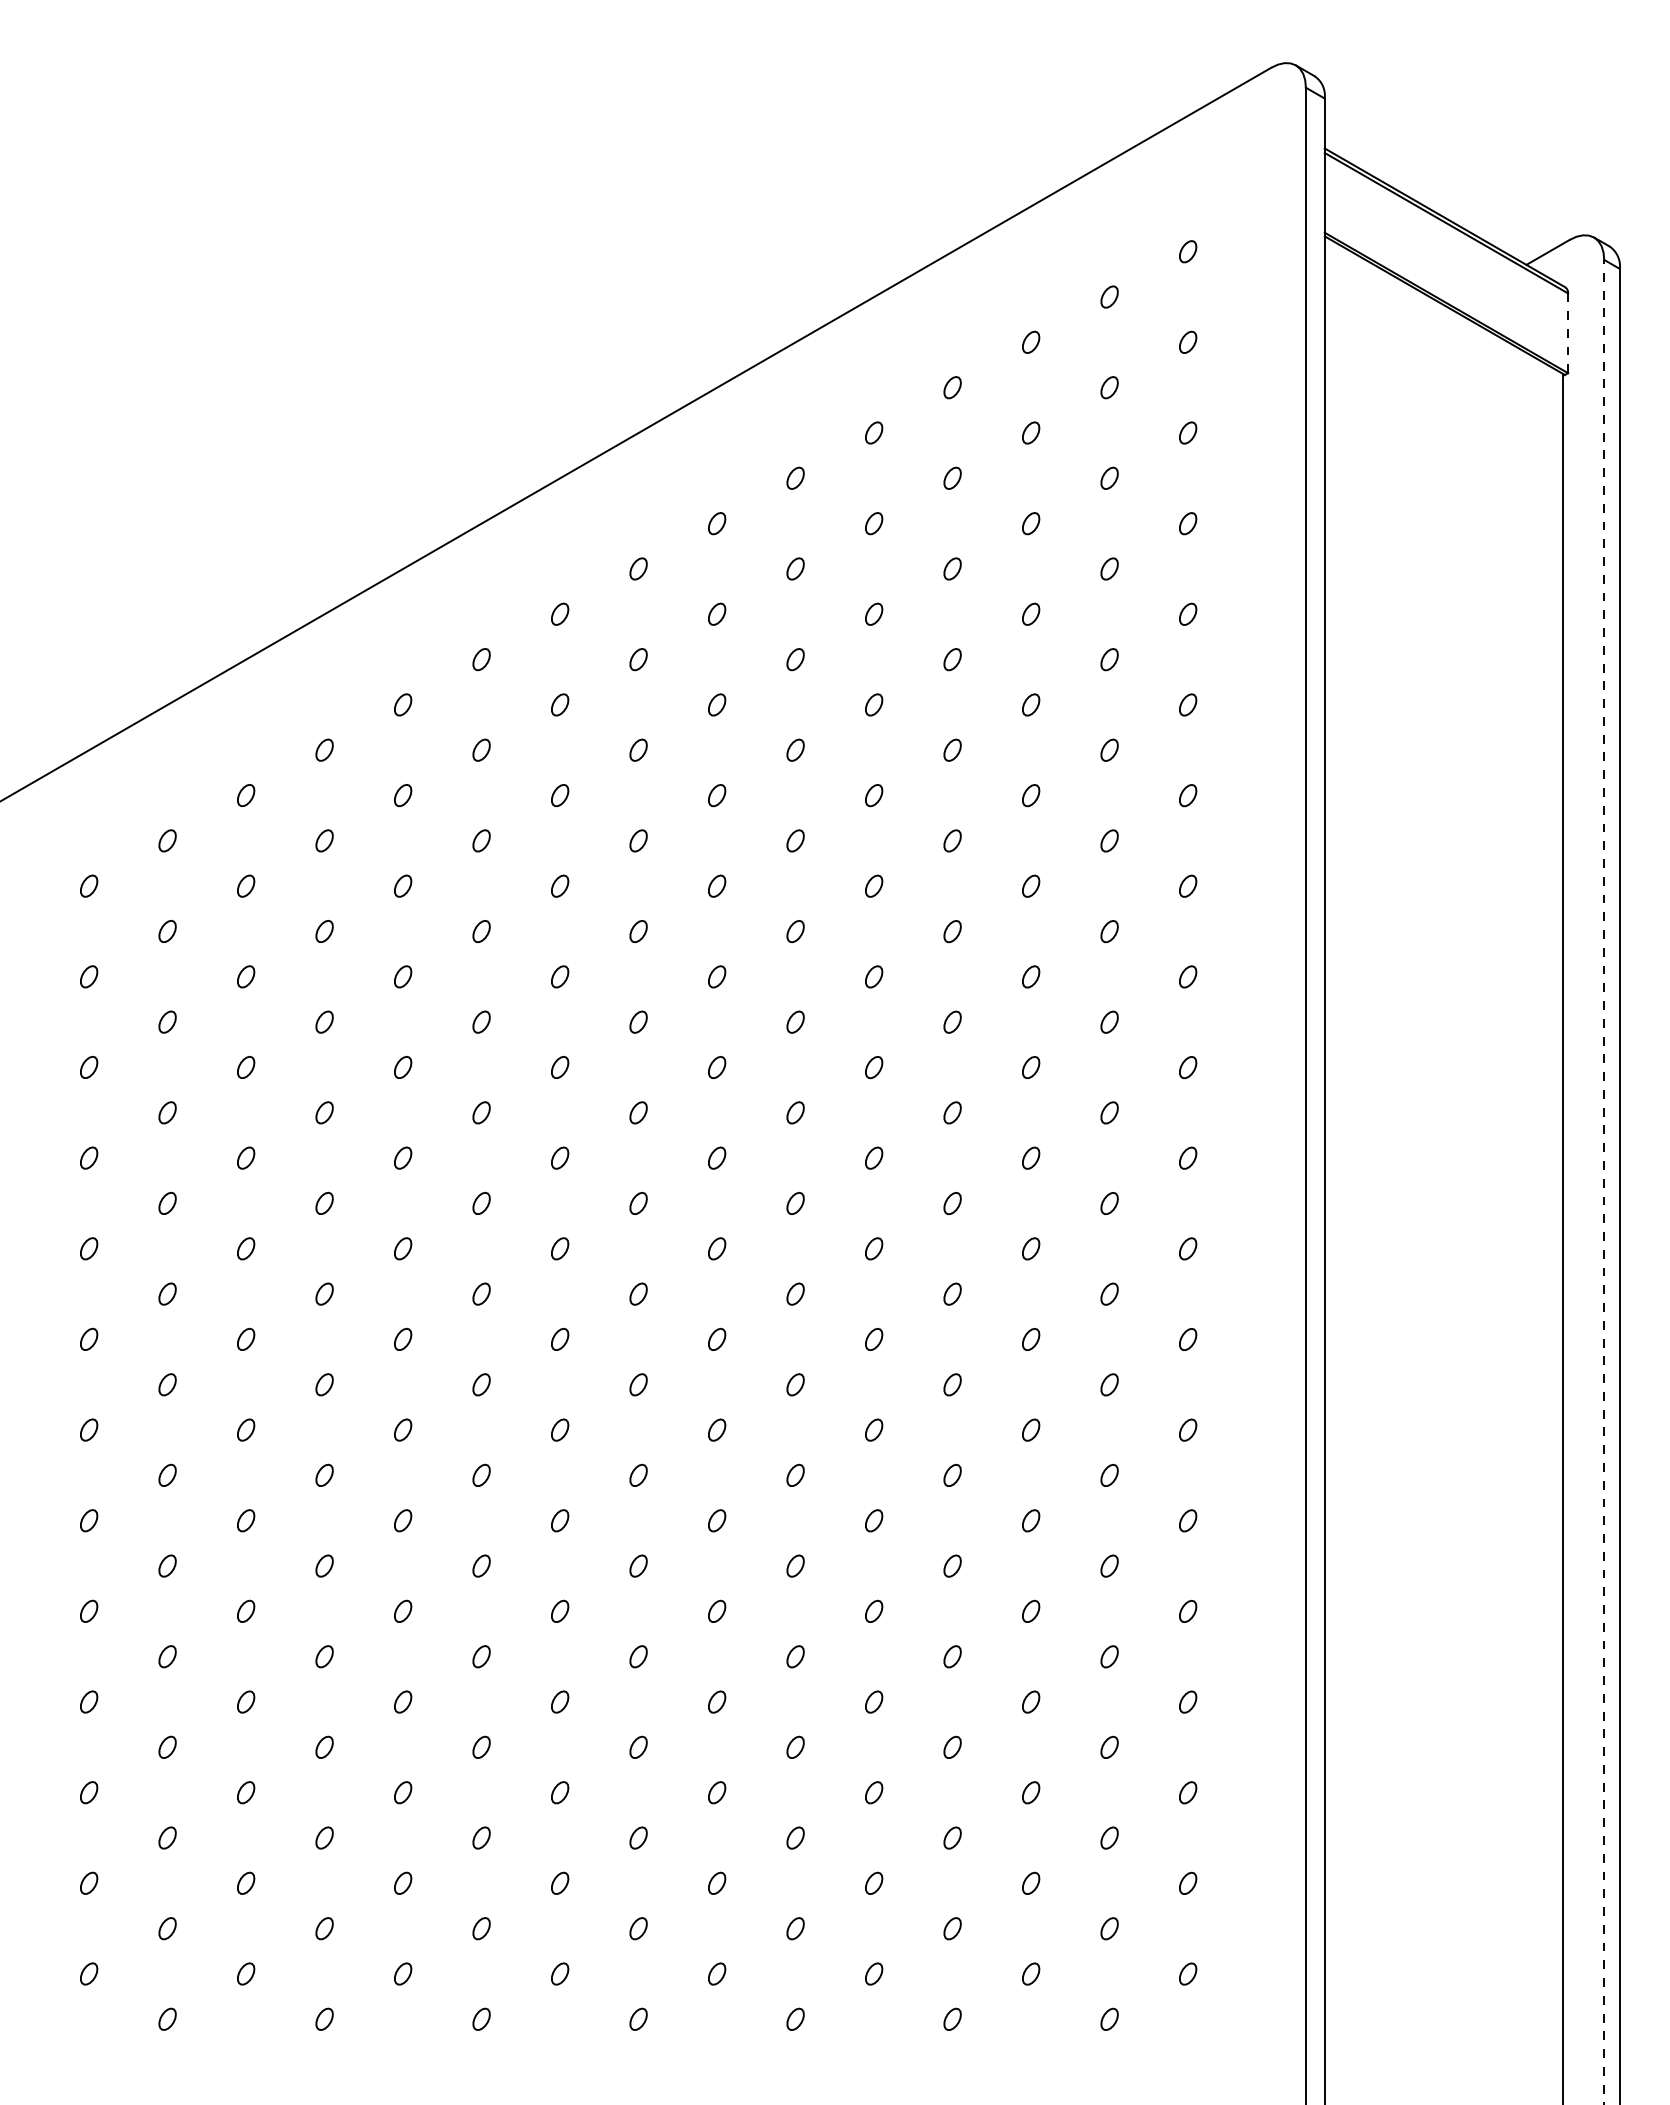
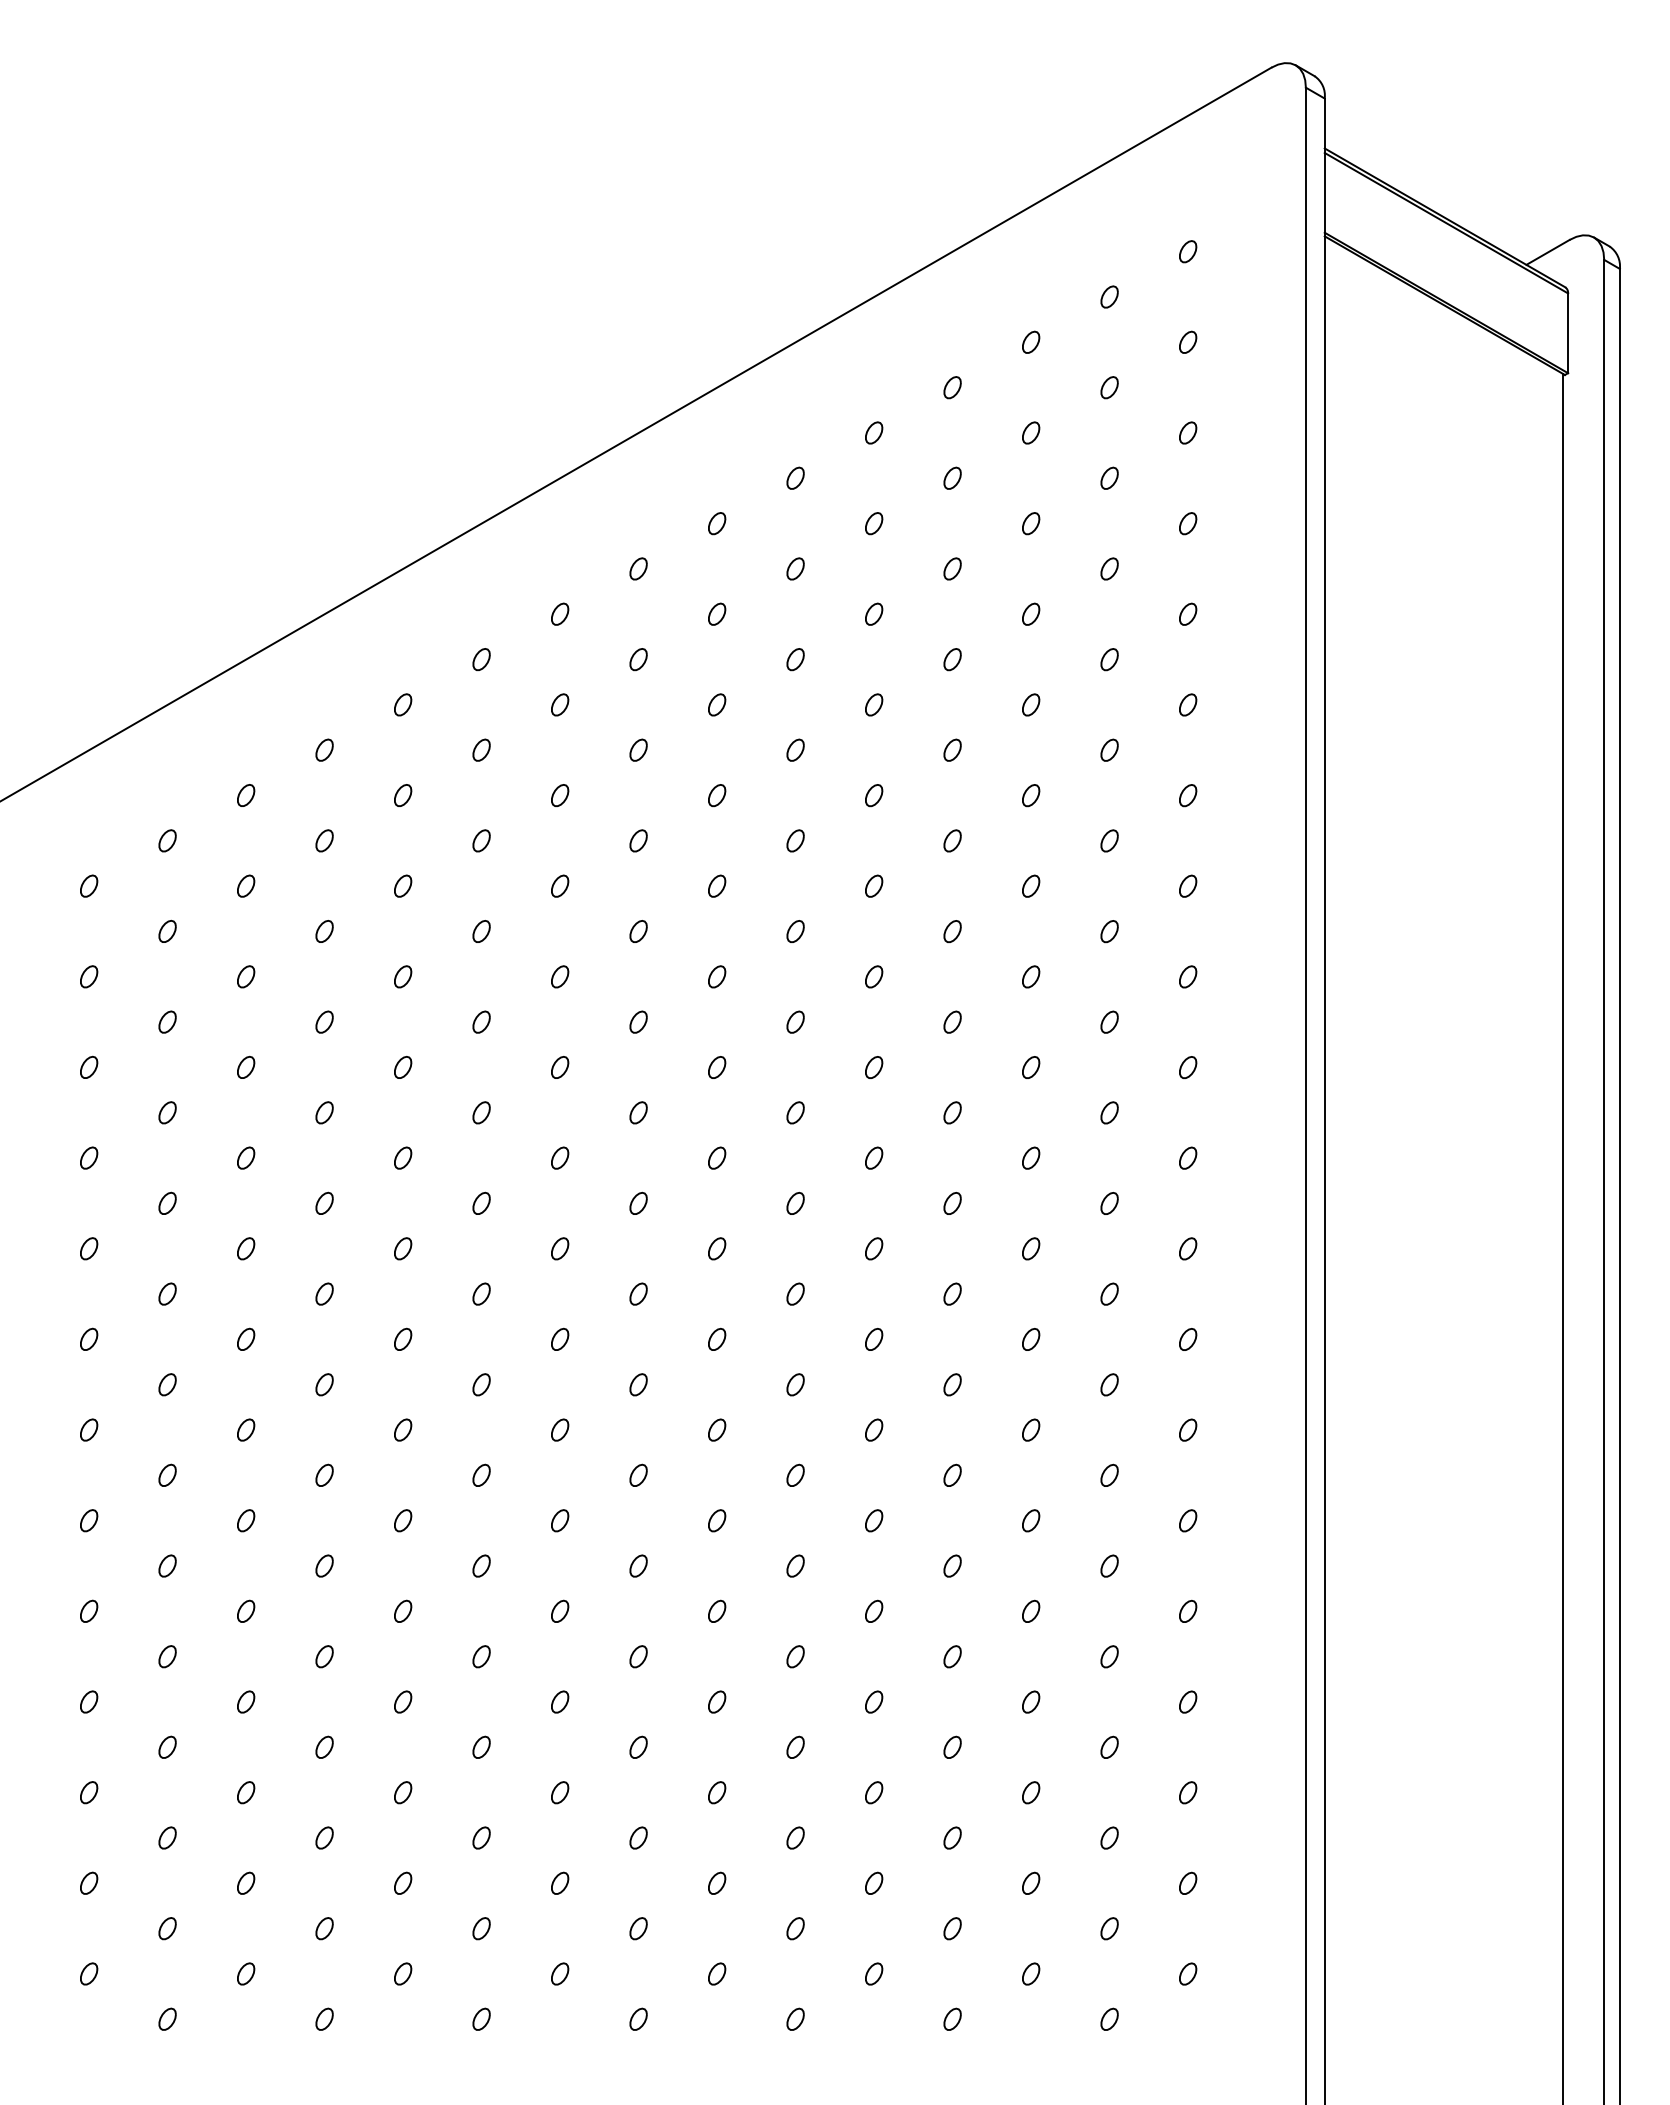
line at (1568, 333): dashed -> solid
line at (1604, 1181): dashed -> solid
